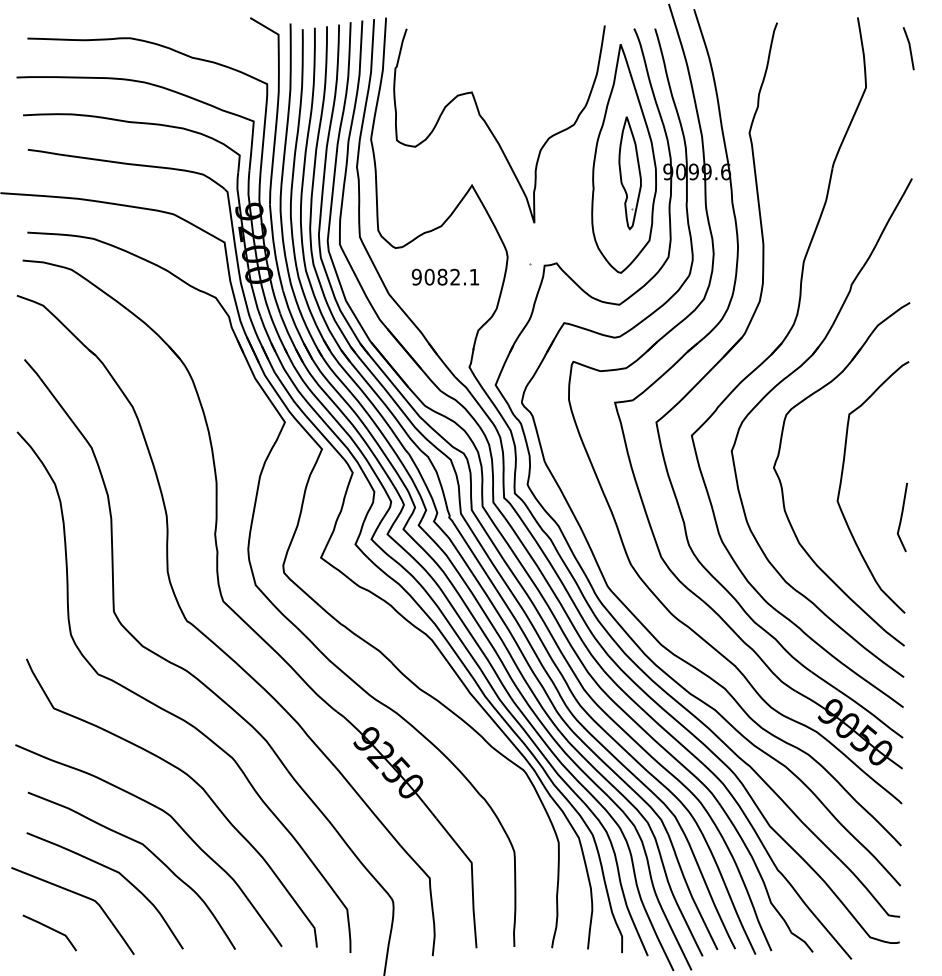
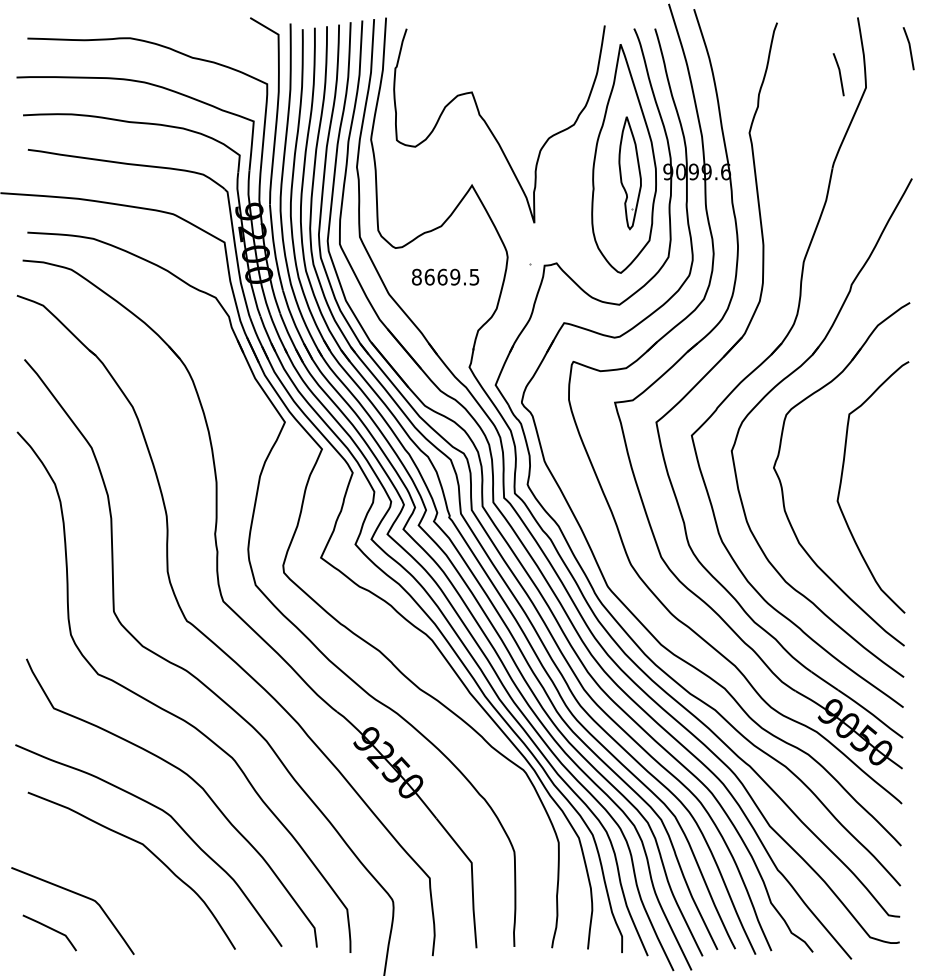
line at (839, 74): none -> present
text at (445, 276): 9082.1 -> 8669.5
curve at (901, 517): present -> none
curve at (113, 871): present -> none
